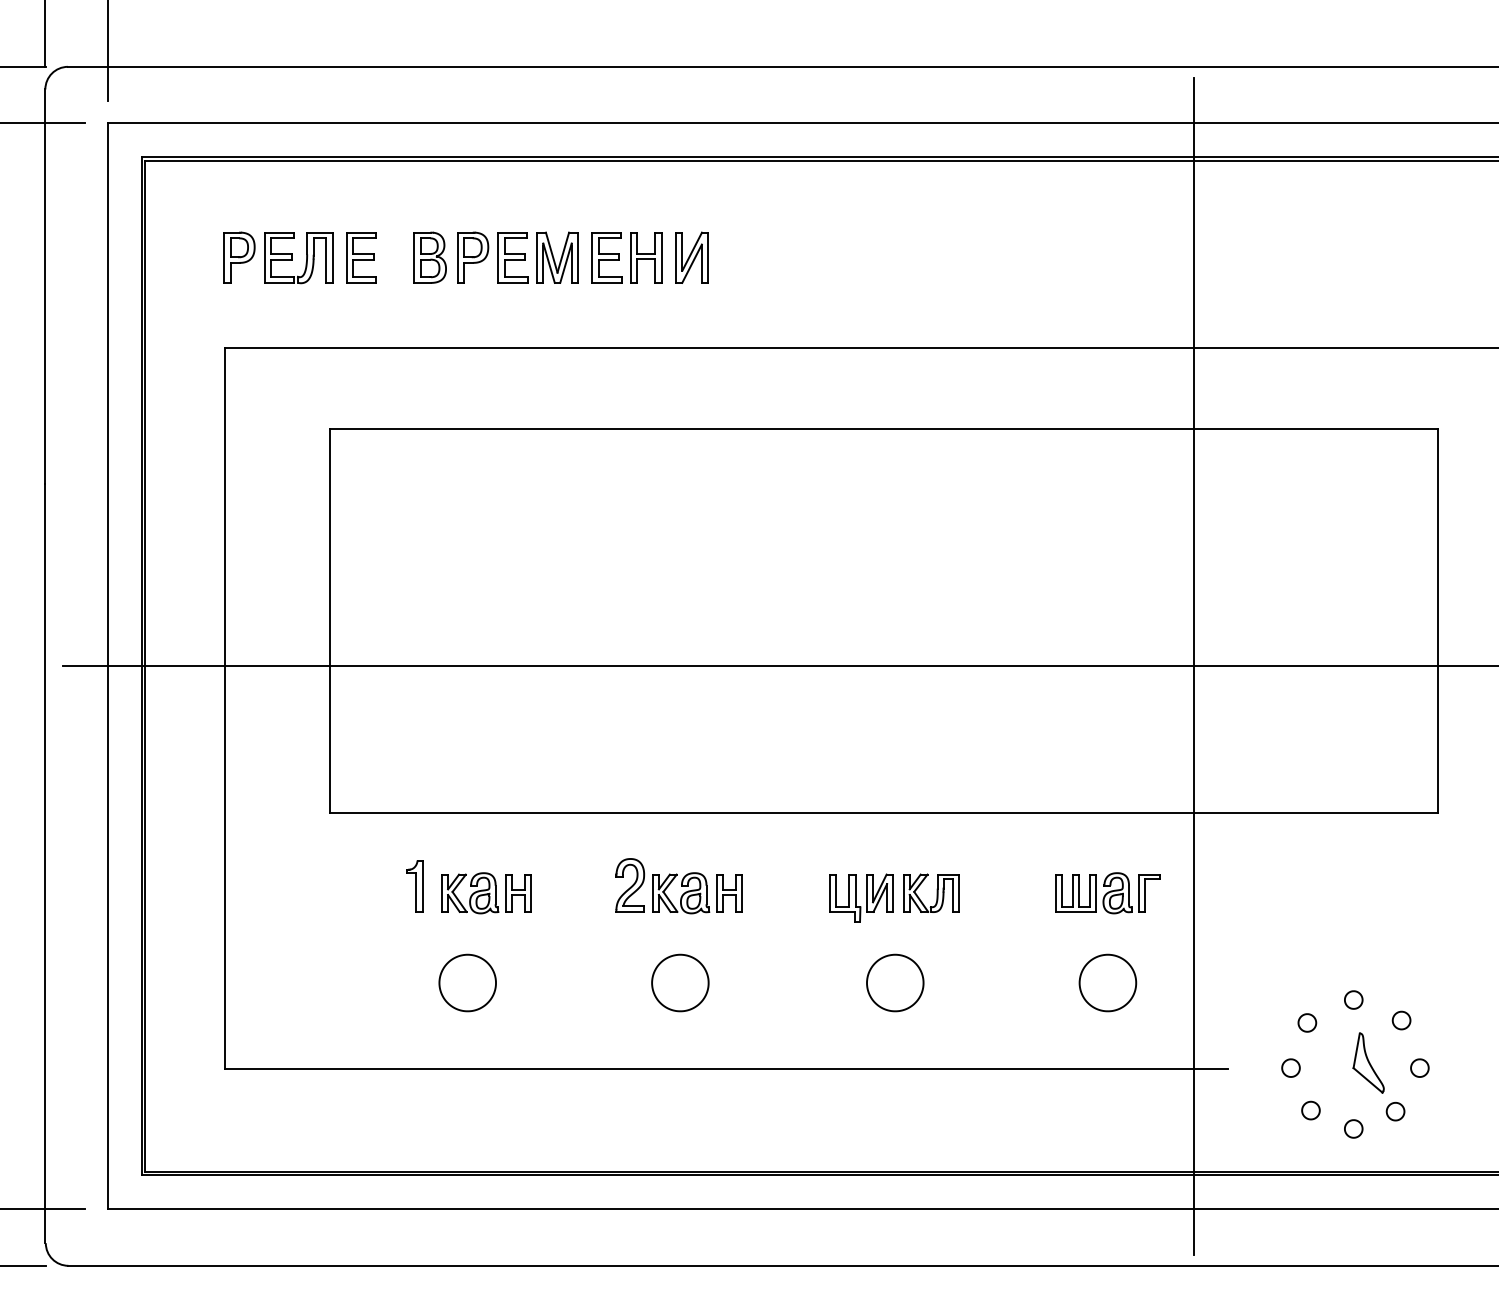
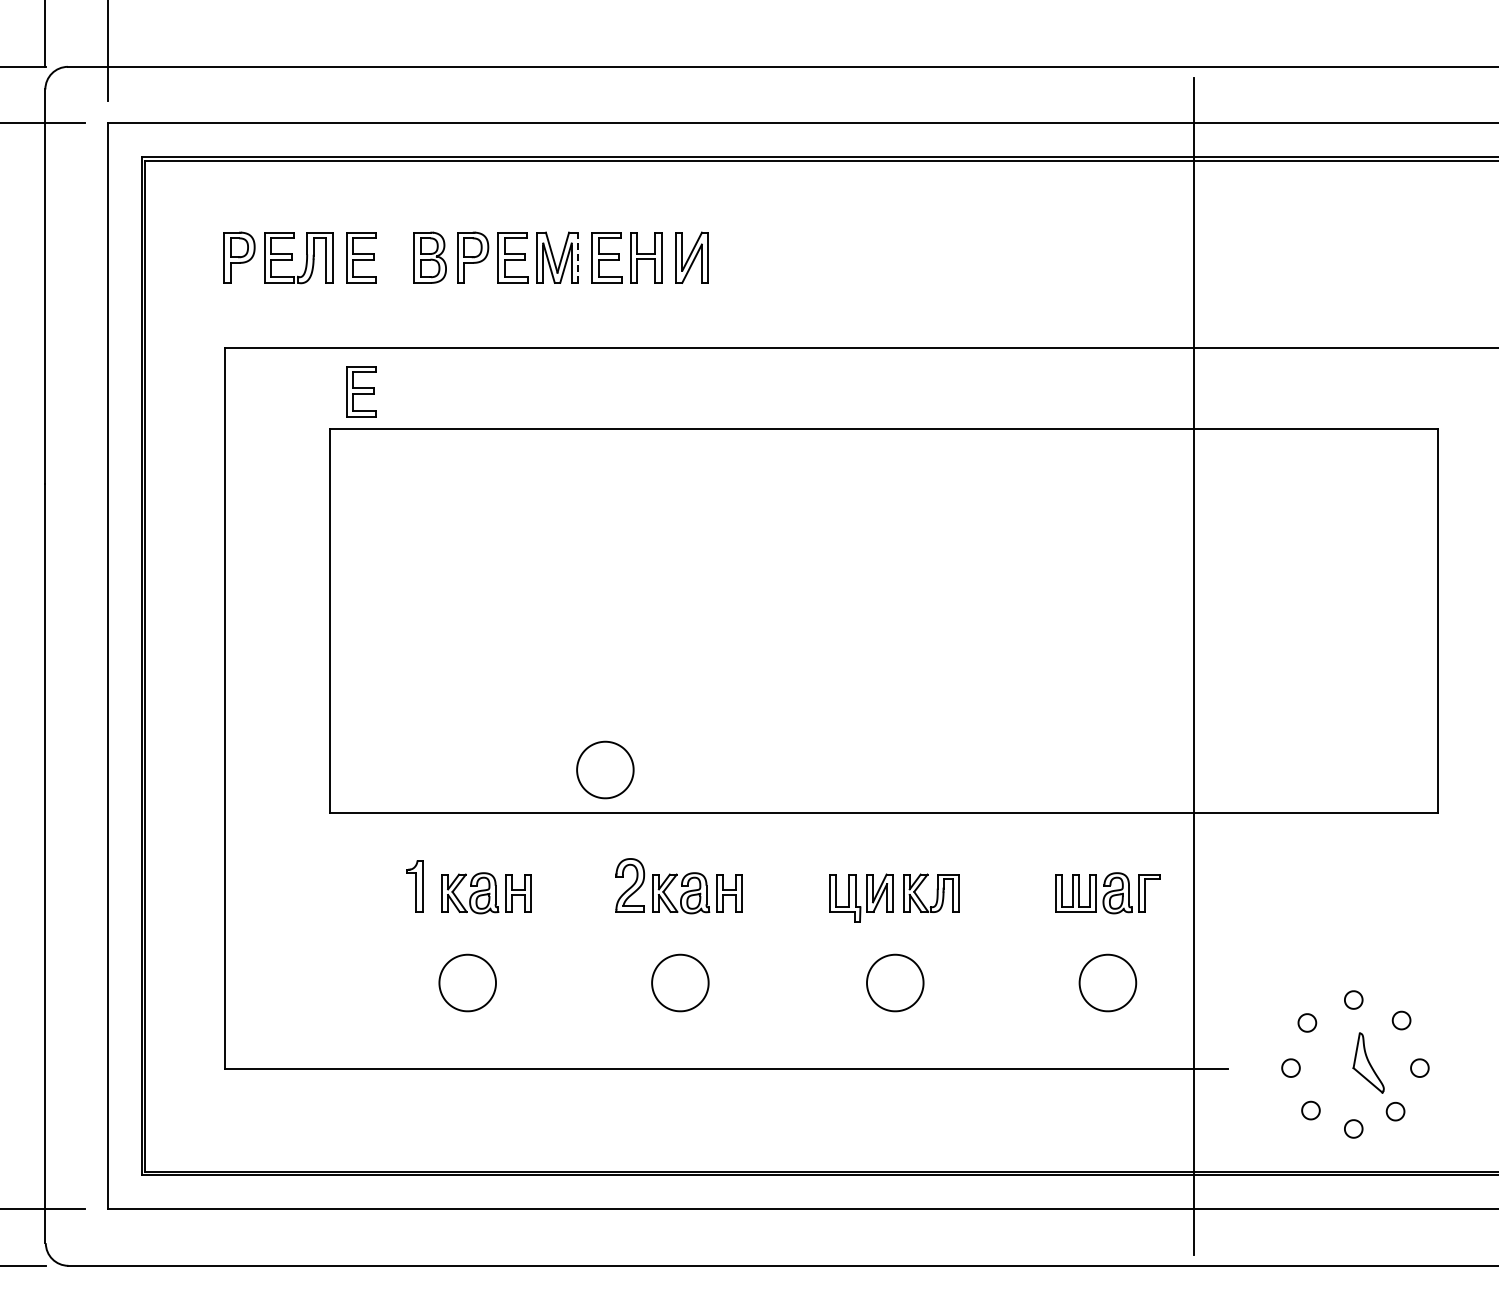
line at (578, 257): solid -> dashed
part at (361, 391): none -> present
line at (778, 666): present -> none
part at (605, 769): none -> present
